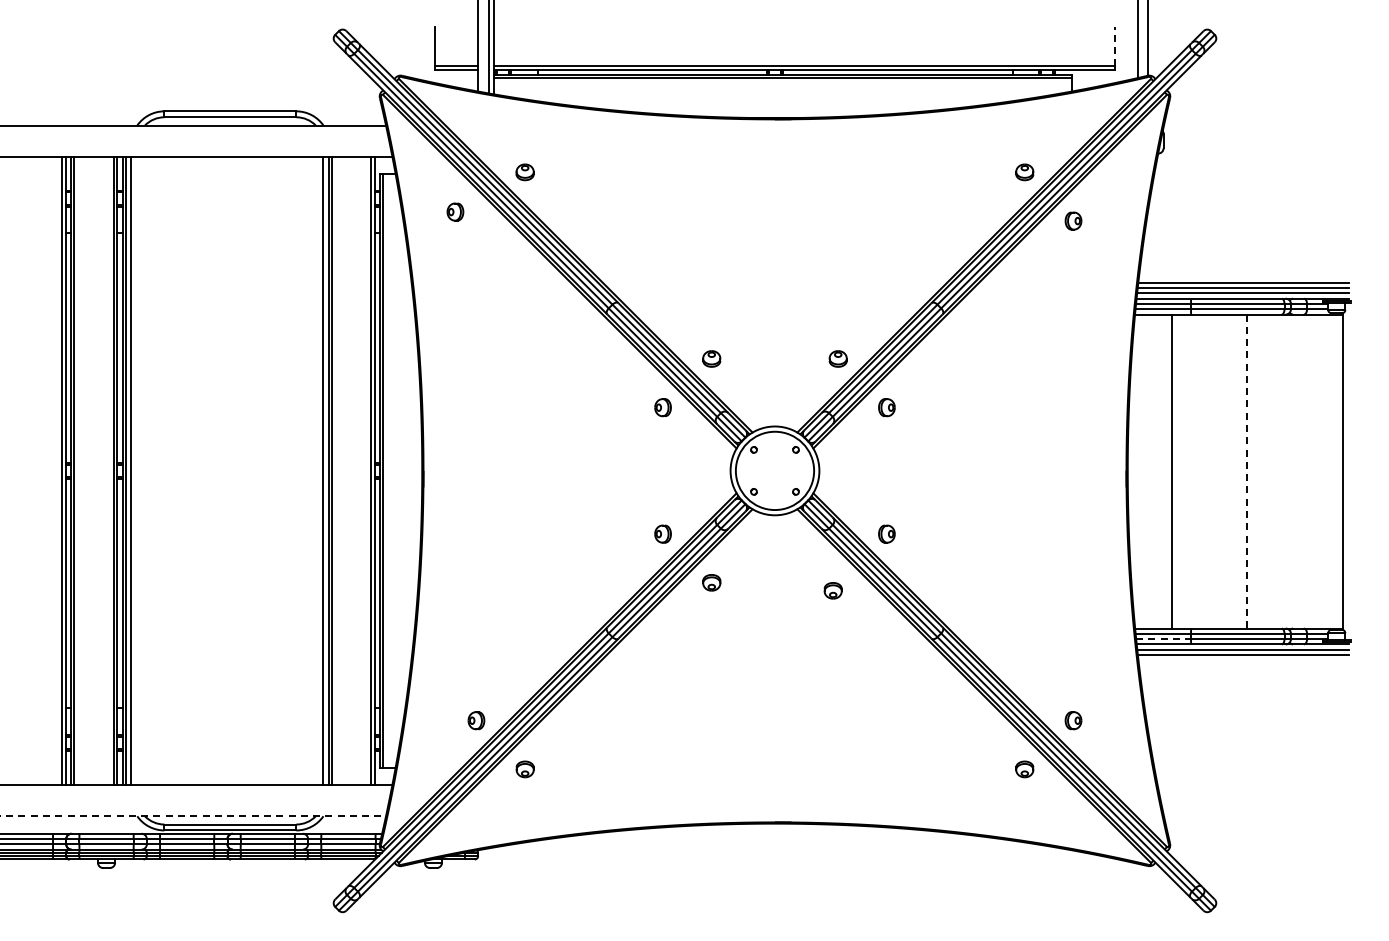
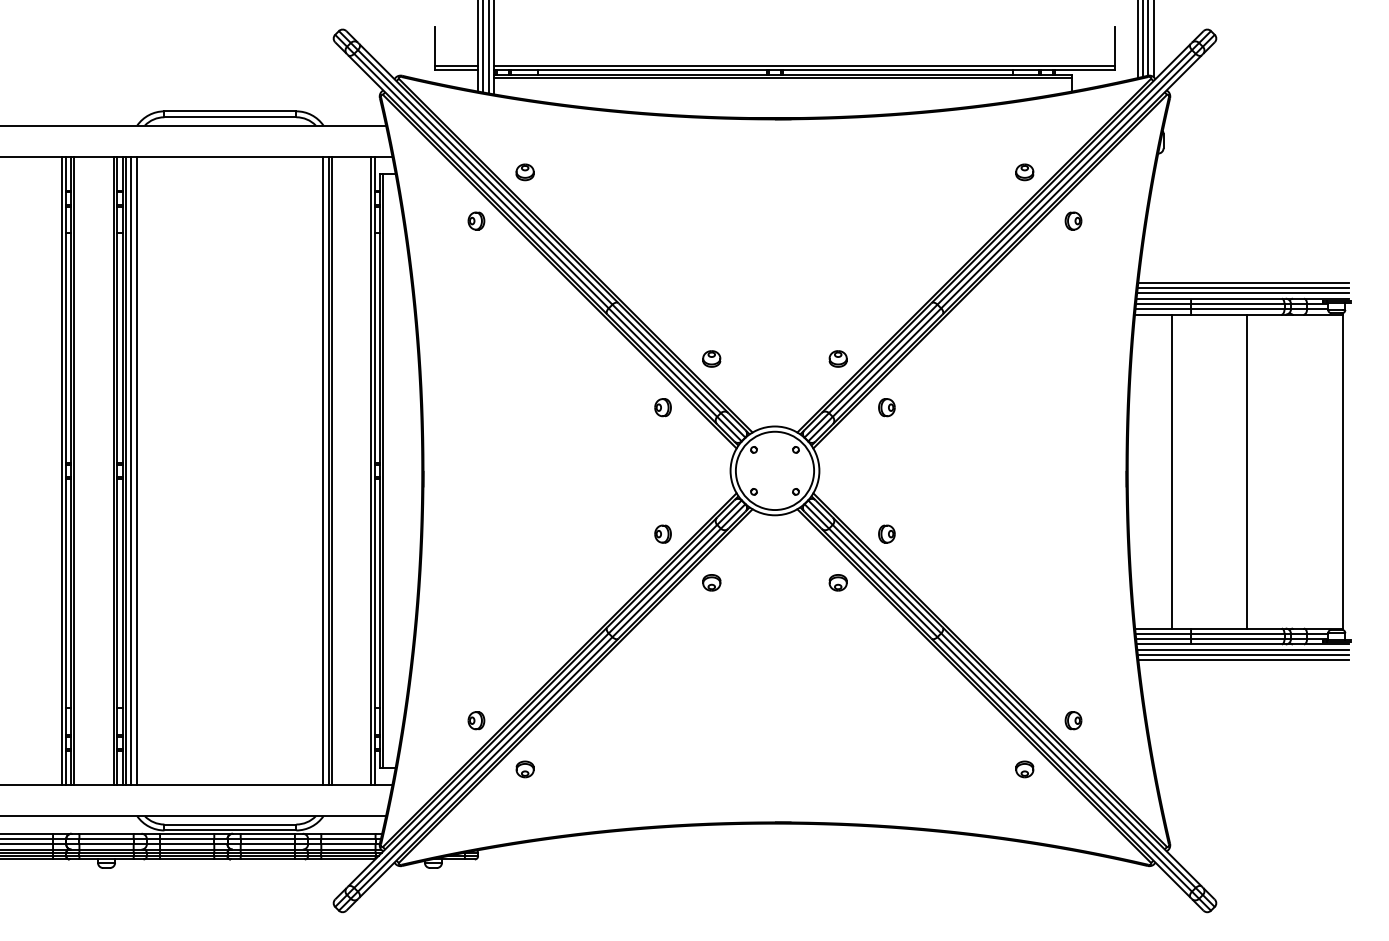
line at (1143, 39): none -> present
line at (1153, 39): none -> present
line at (1114, 46): dashed -> solid
line at (483, 47): none -> present
part at (455, 211) position: (455, 211) -> (476, 220)
line at (137, 470): none -> present
line at (1246, 472): dashed -> solid
part at (832, 590) position: (832, 590) -> (837, 582)
line at (1164, 639): dashed -> solid
line at (1243, 660): none -> present
line at (193, 816): dashed -> solid
